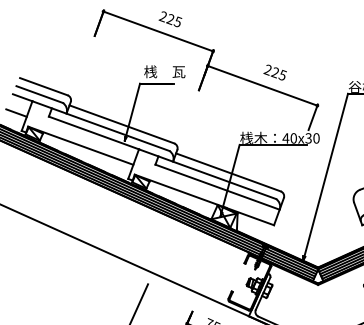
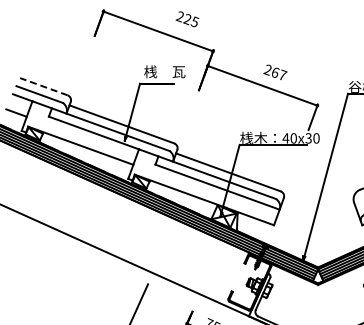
text at (170, 19) position: (170, 19) -> (187, 19)
text at (278, 73): 225 -> 267
line at (43, 86): solid -> dashed
